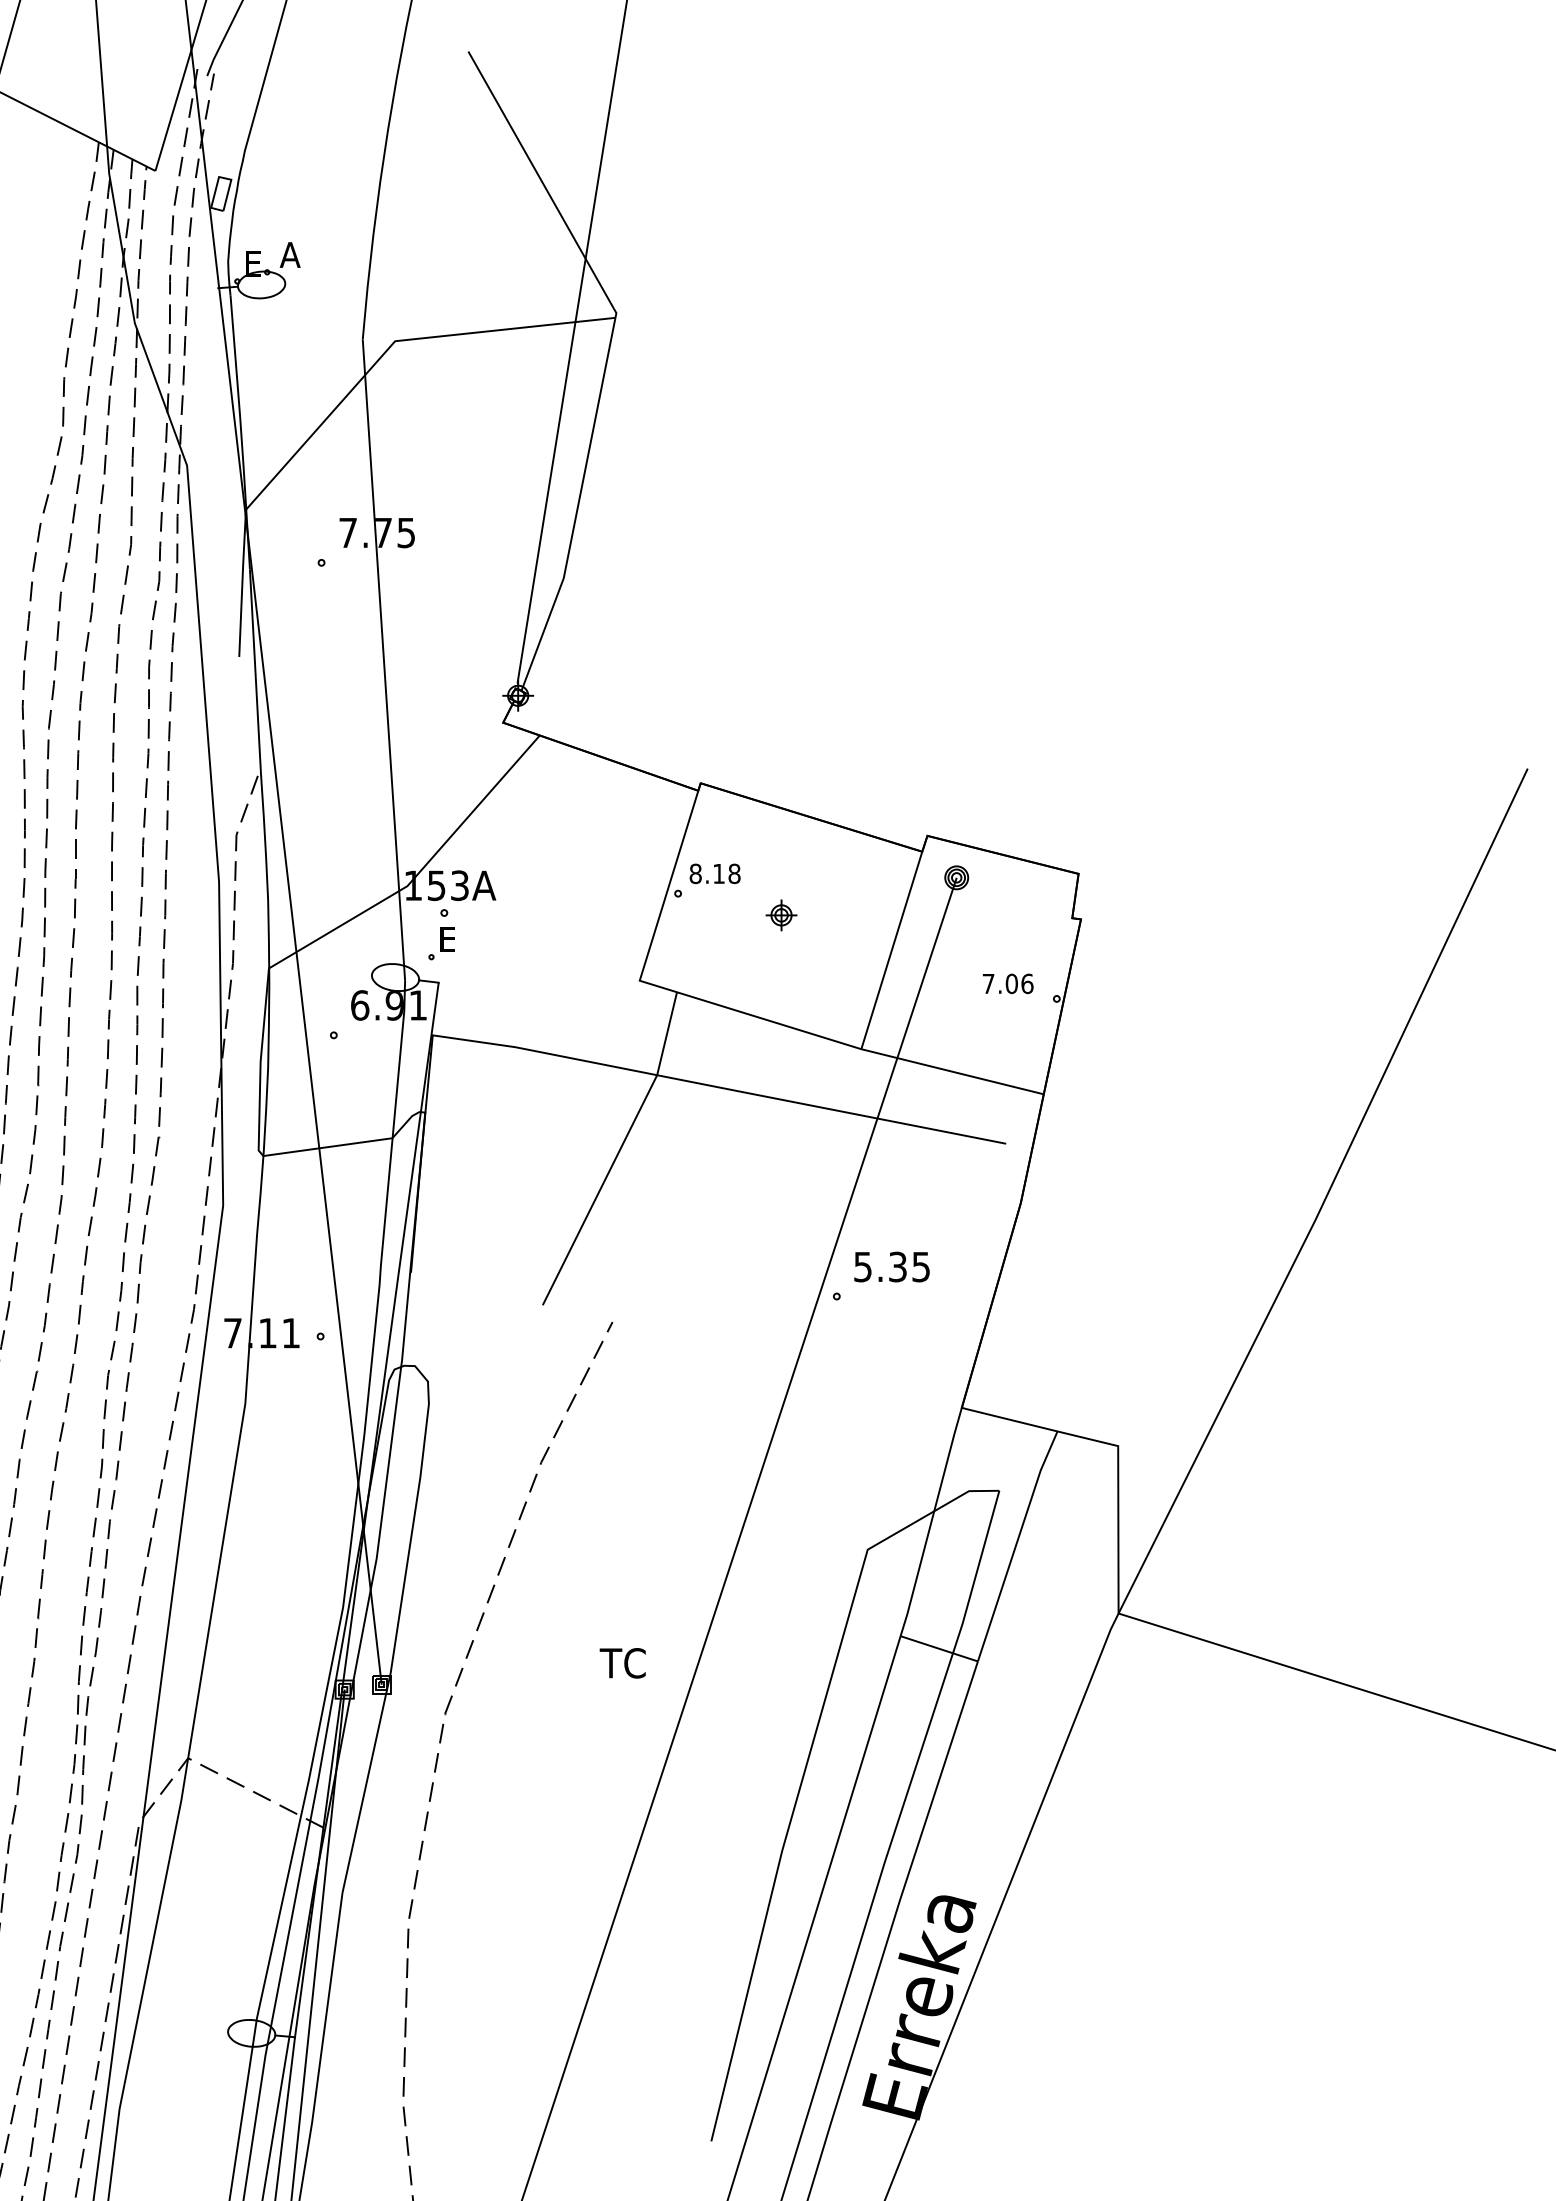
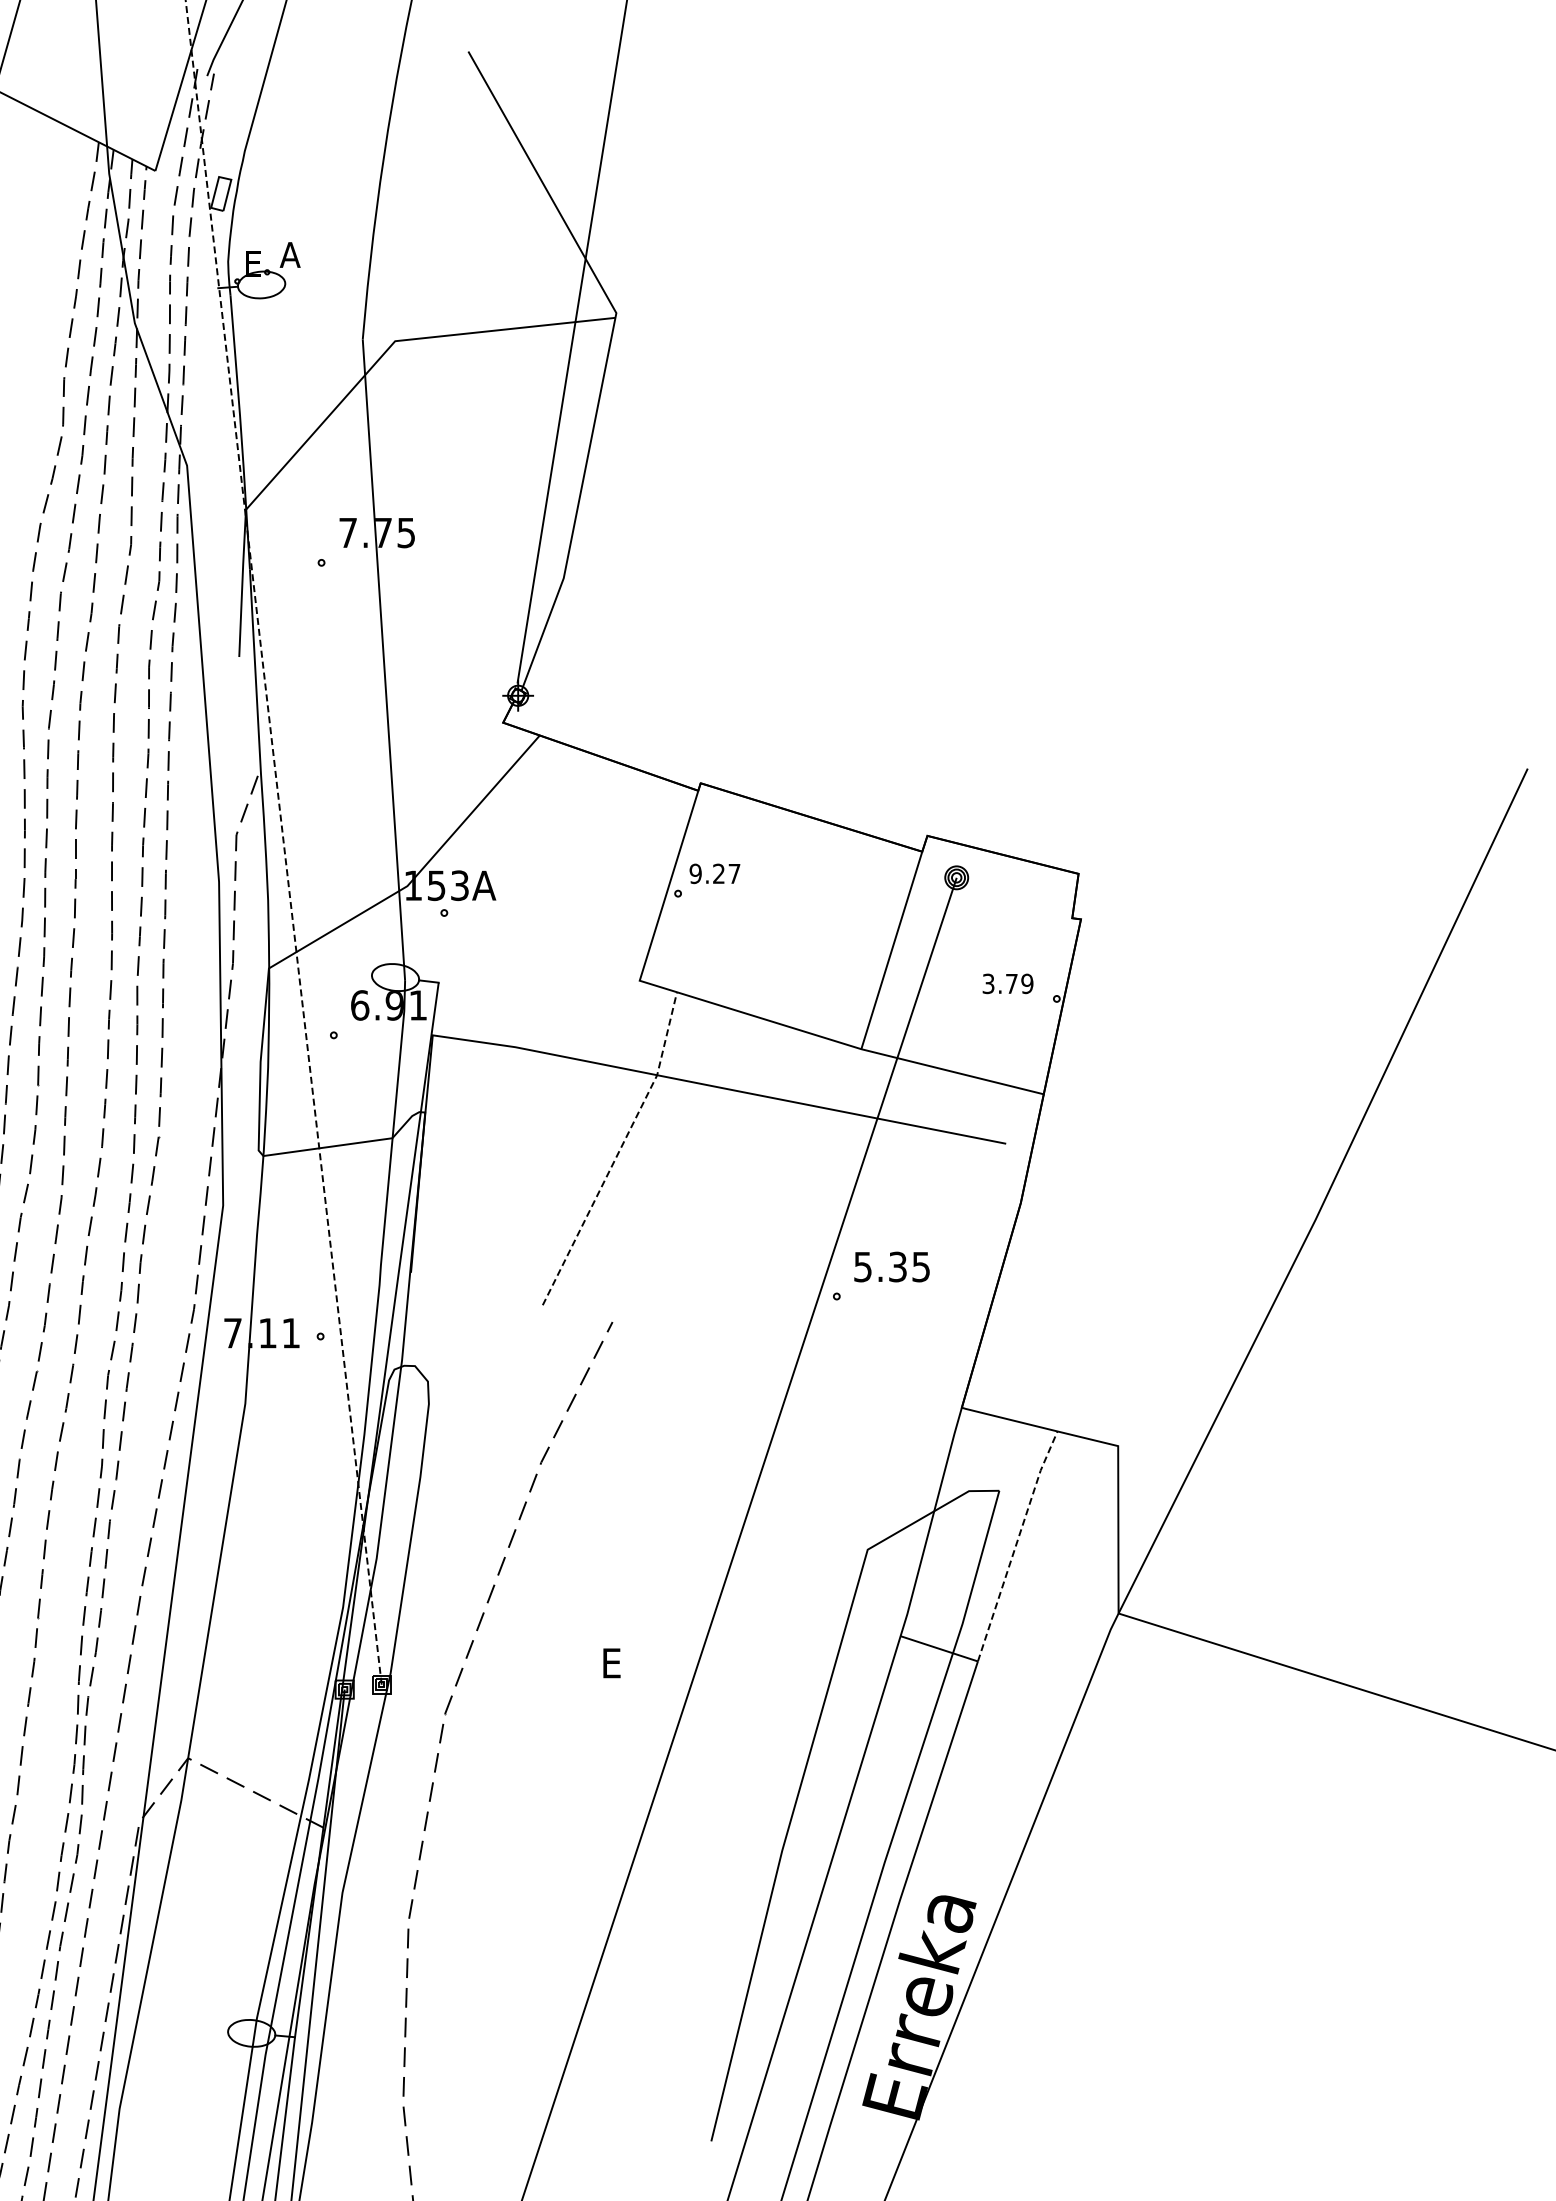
line at (283, 842): solid -> dashed
text at (714, 873): 8.18 -> 9.27
part at (781, 915): present -> none
part at (441, 943): present -> none
text at (1007, 983): 7.06 -> 3.79
line at (619, 1151): solid -> dashed
line at (1016, 1545): solid -> dashed
text at (622, 1663): TC -> E
